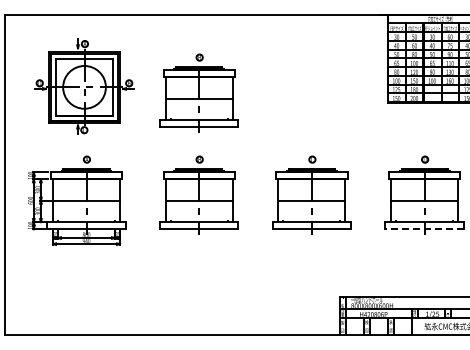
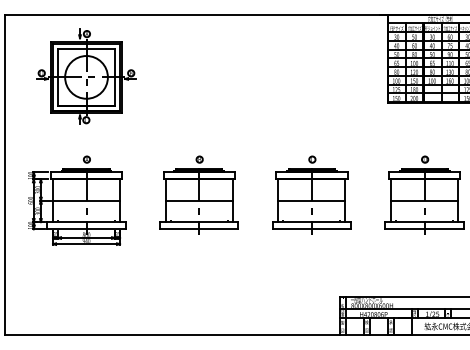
part at (84, 86) position: (84, 86) -> (86, 76)
part at (198, 92): present -> none
line at (424, 229): dashed -> solid
